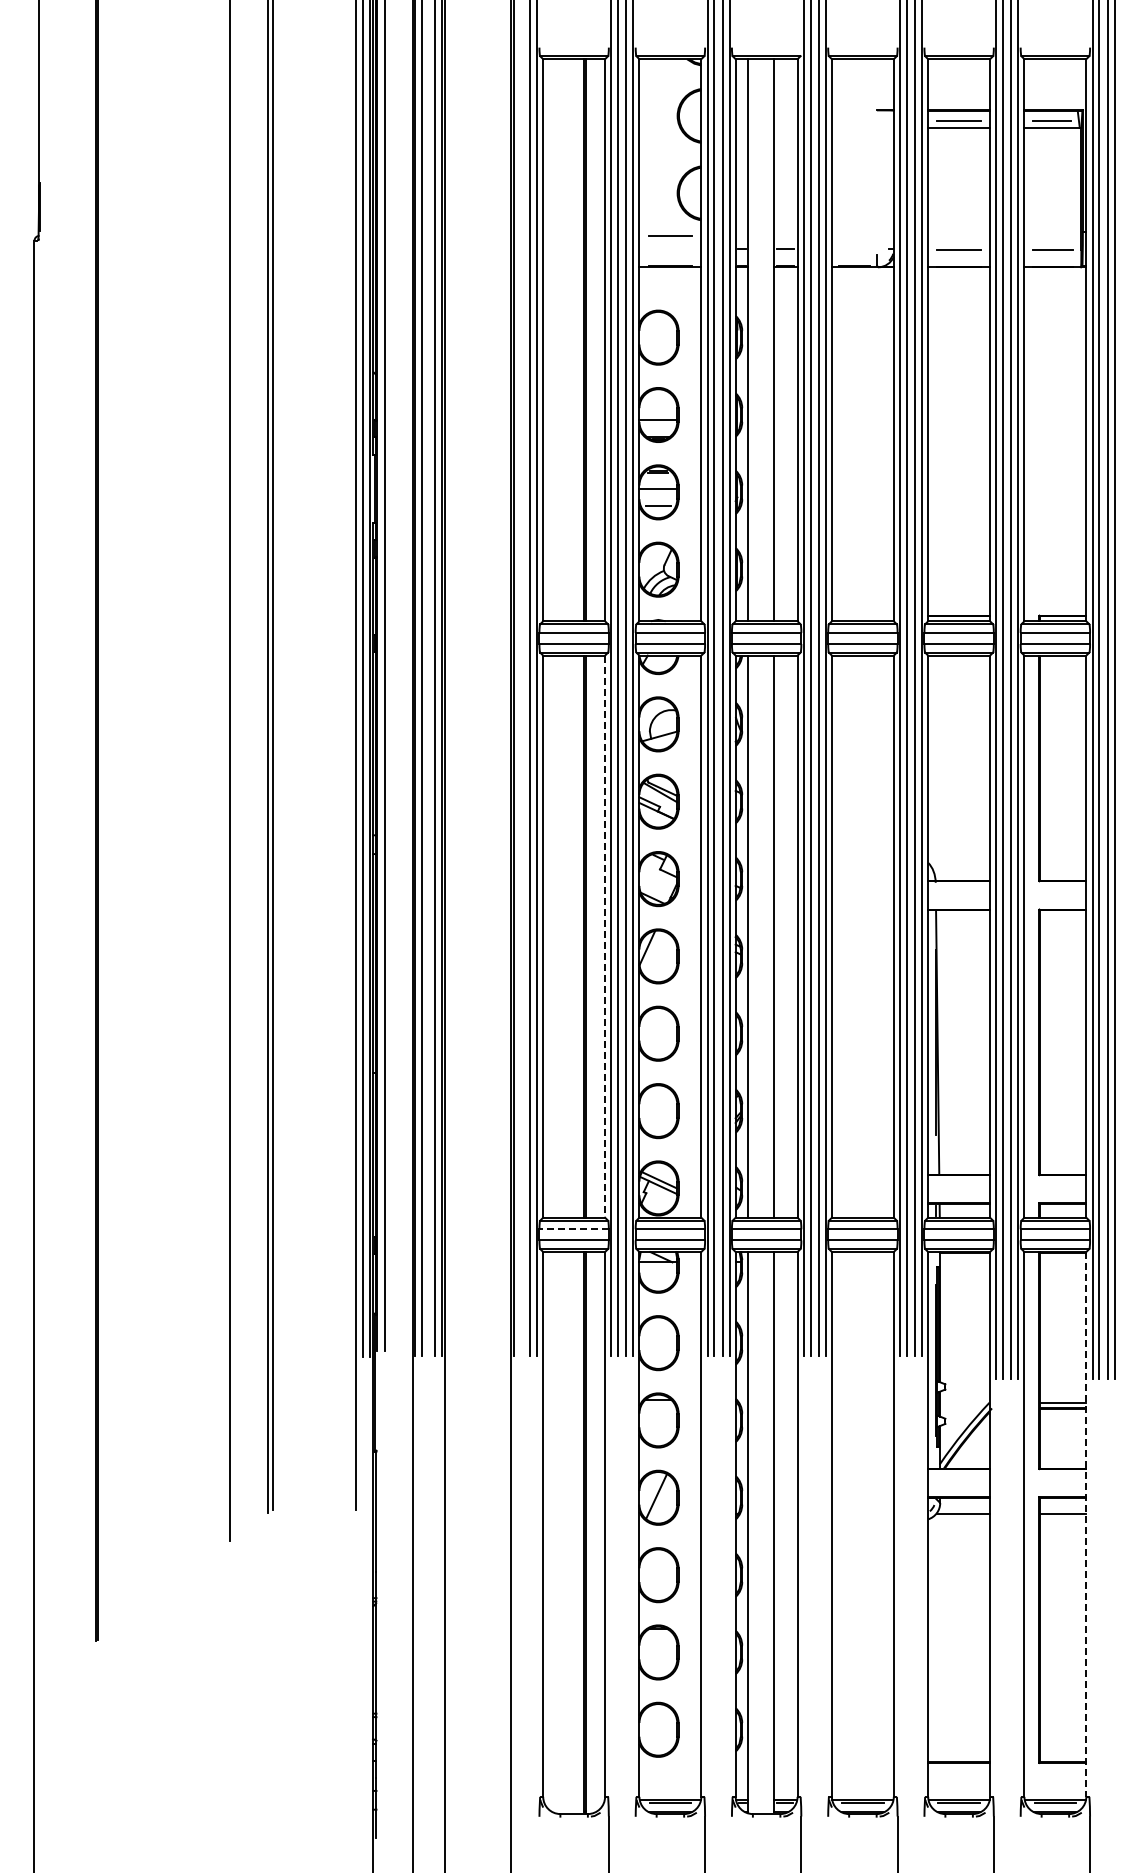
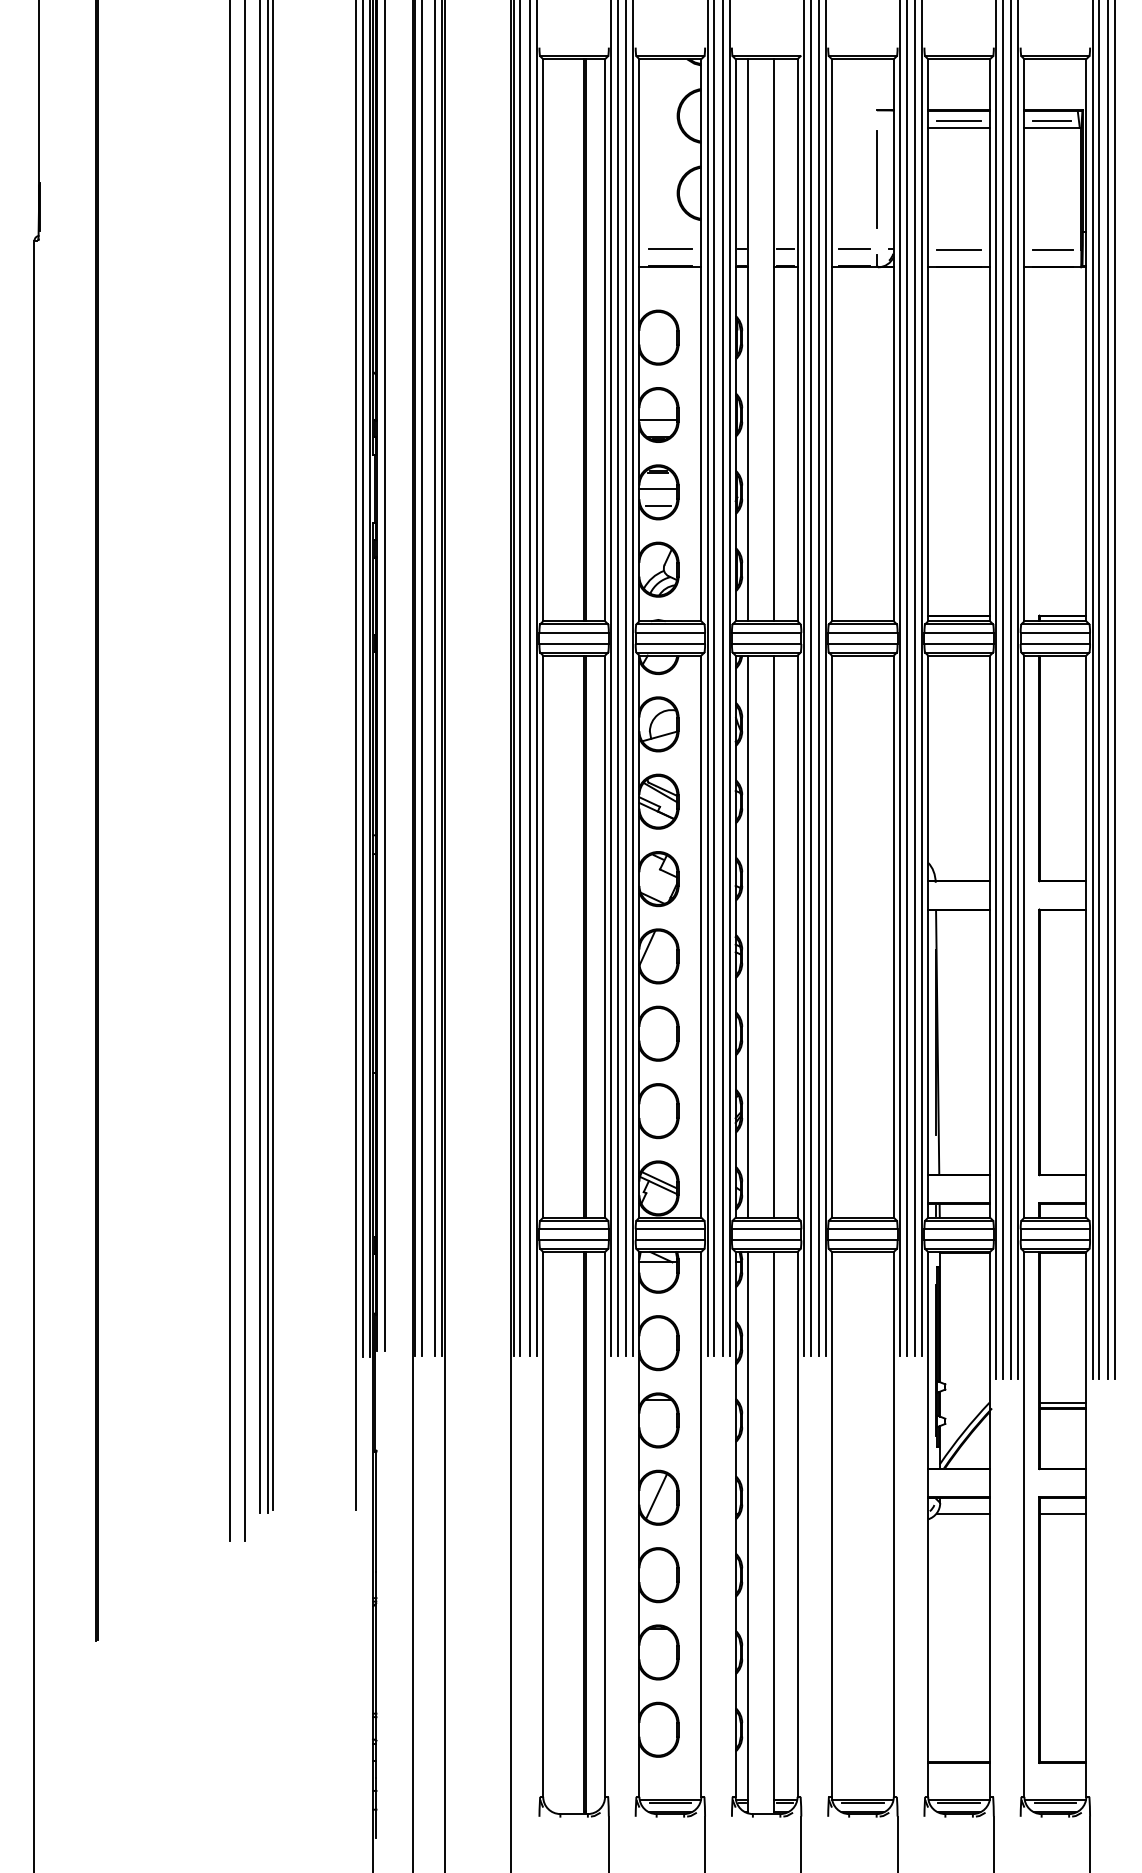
line at (876, 179): none -> present
line at (670, 235) position: (670, 235) -> (670, 248)
line at (854, 248): none -> present
line at (520, 678): none -> present
line at (260, 757): none -> present
line at (245, 771): none -> present
line at (605, 937): dashed -> solid
line at (574, 1229): dashed -> solid
line at (1086, 1524): dashed -> solid
